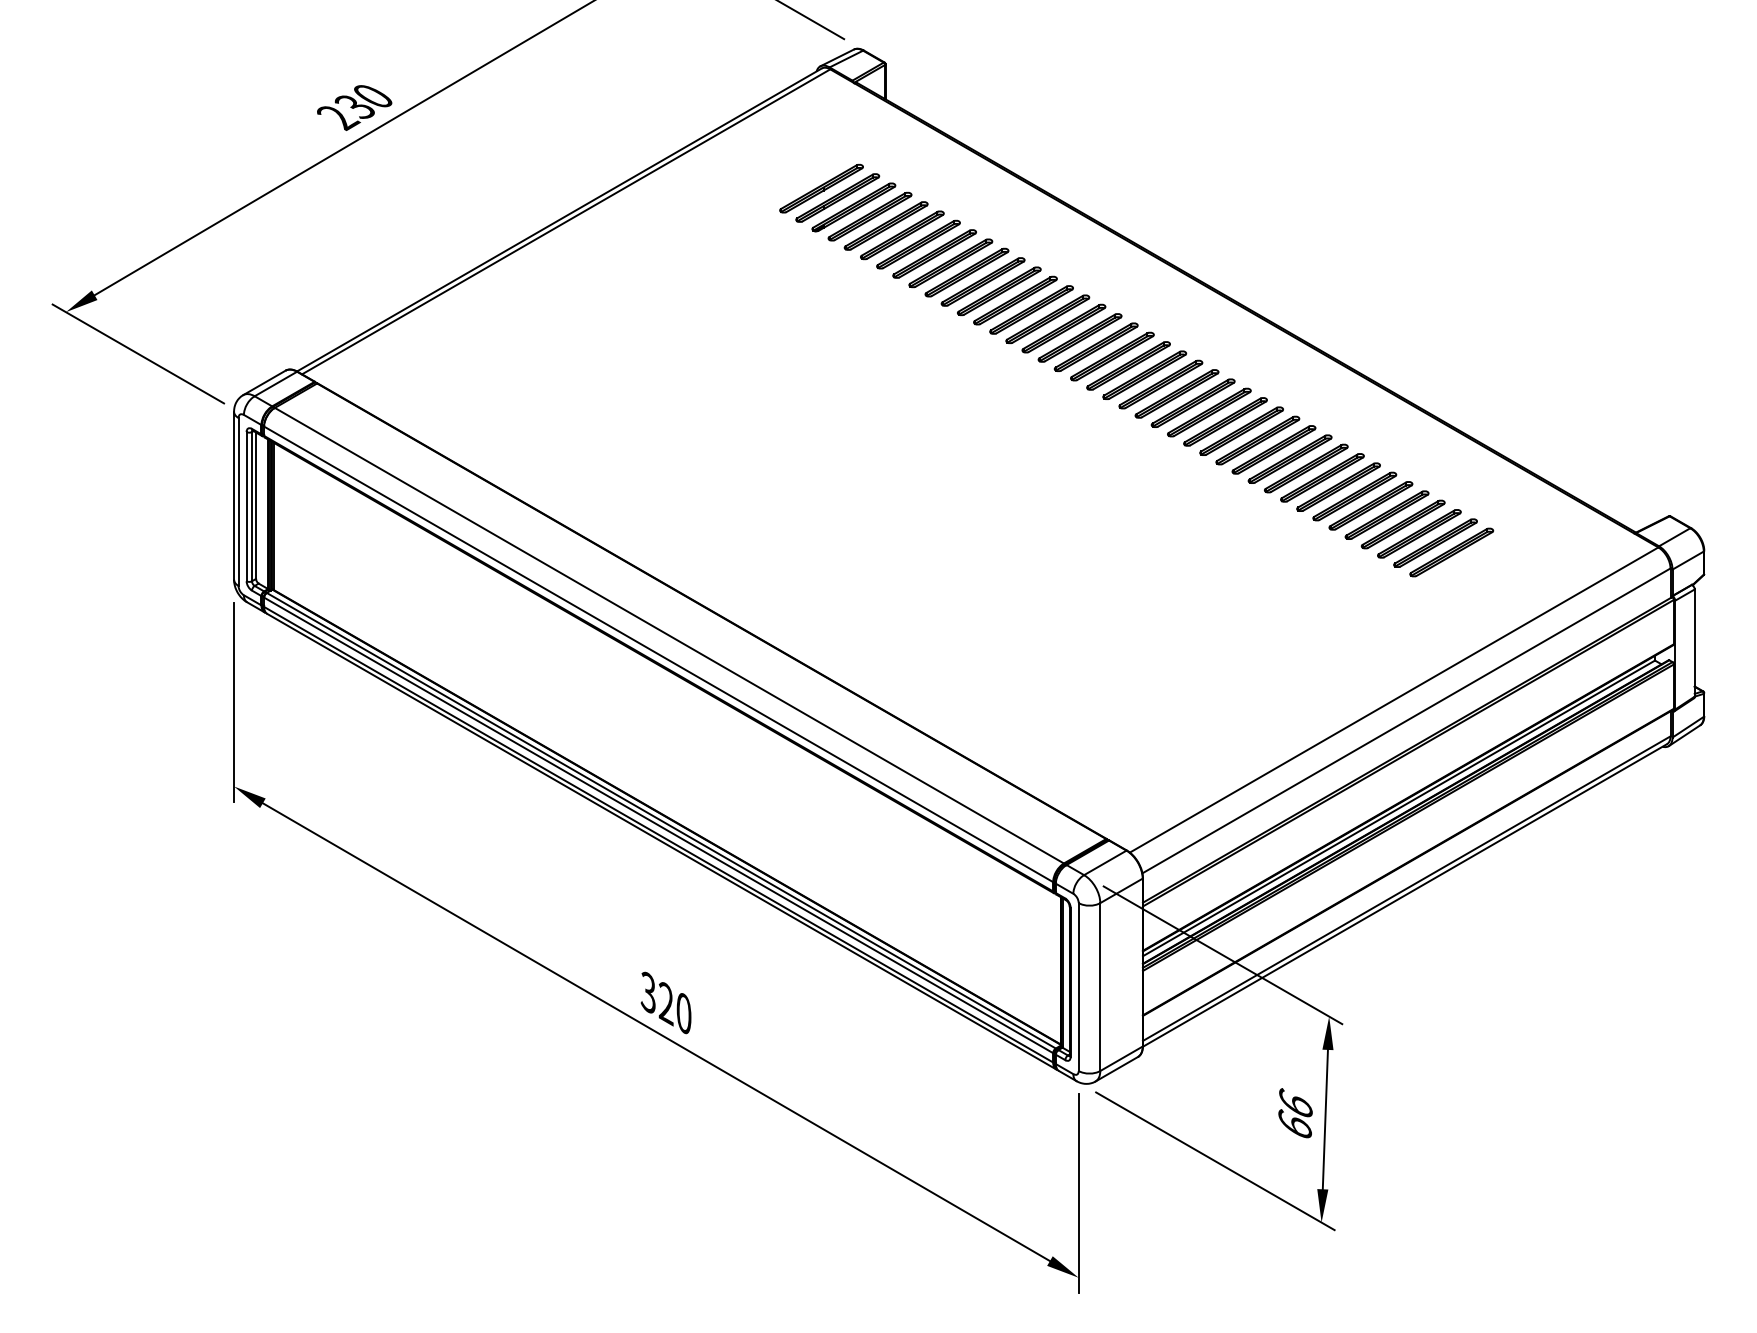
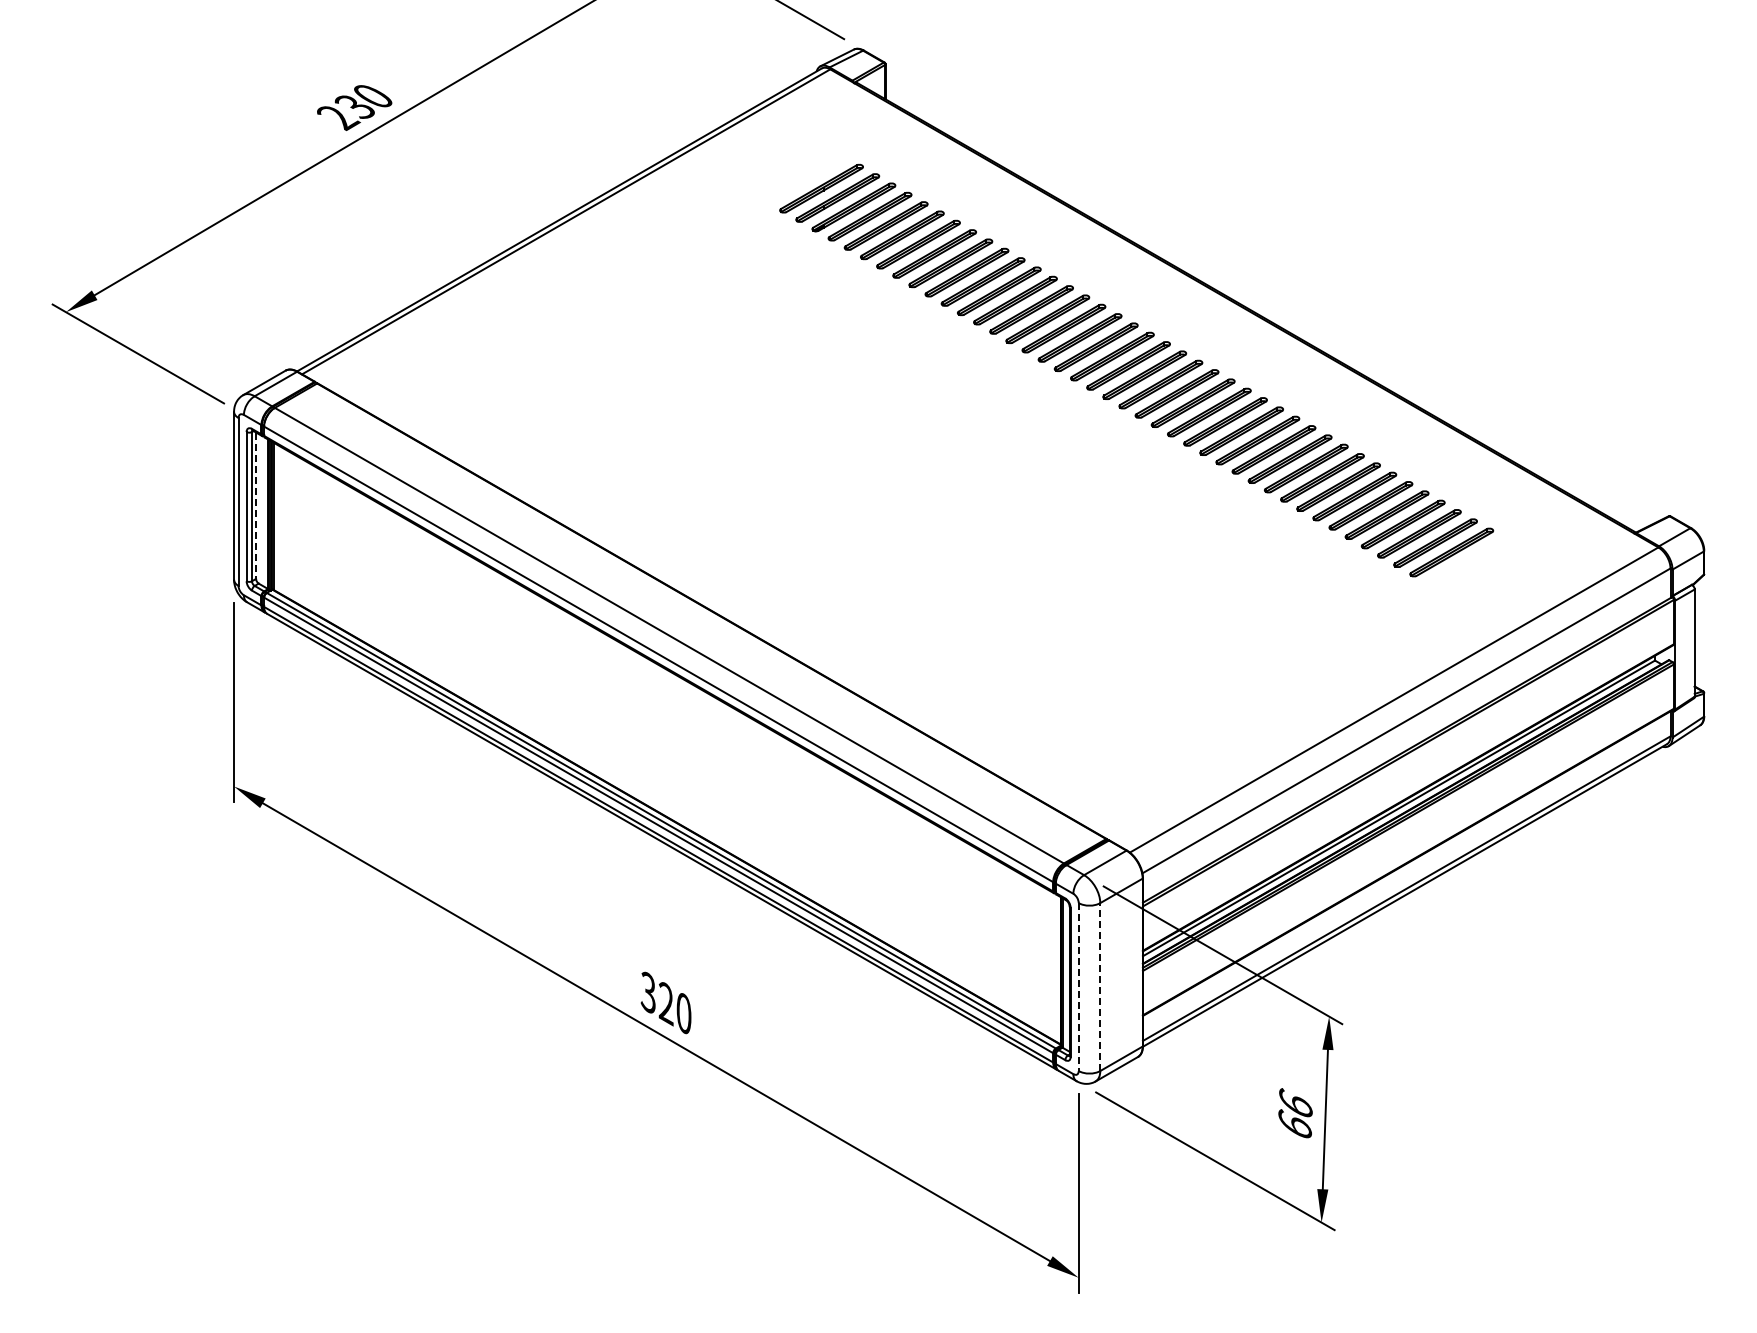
line at (256, 506): solid -> dashed
line at (1078, 987): solid -> dashed
line at (1100, 987): solid -> dashed
